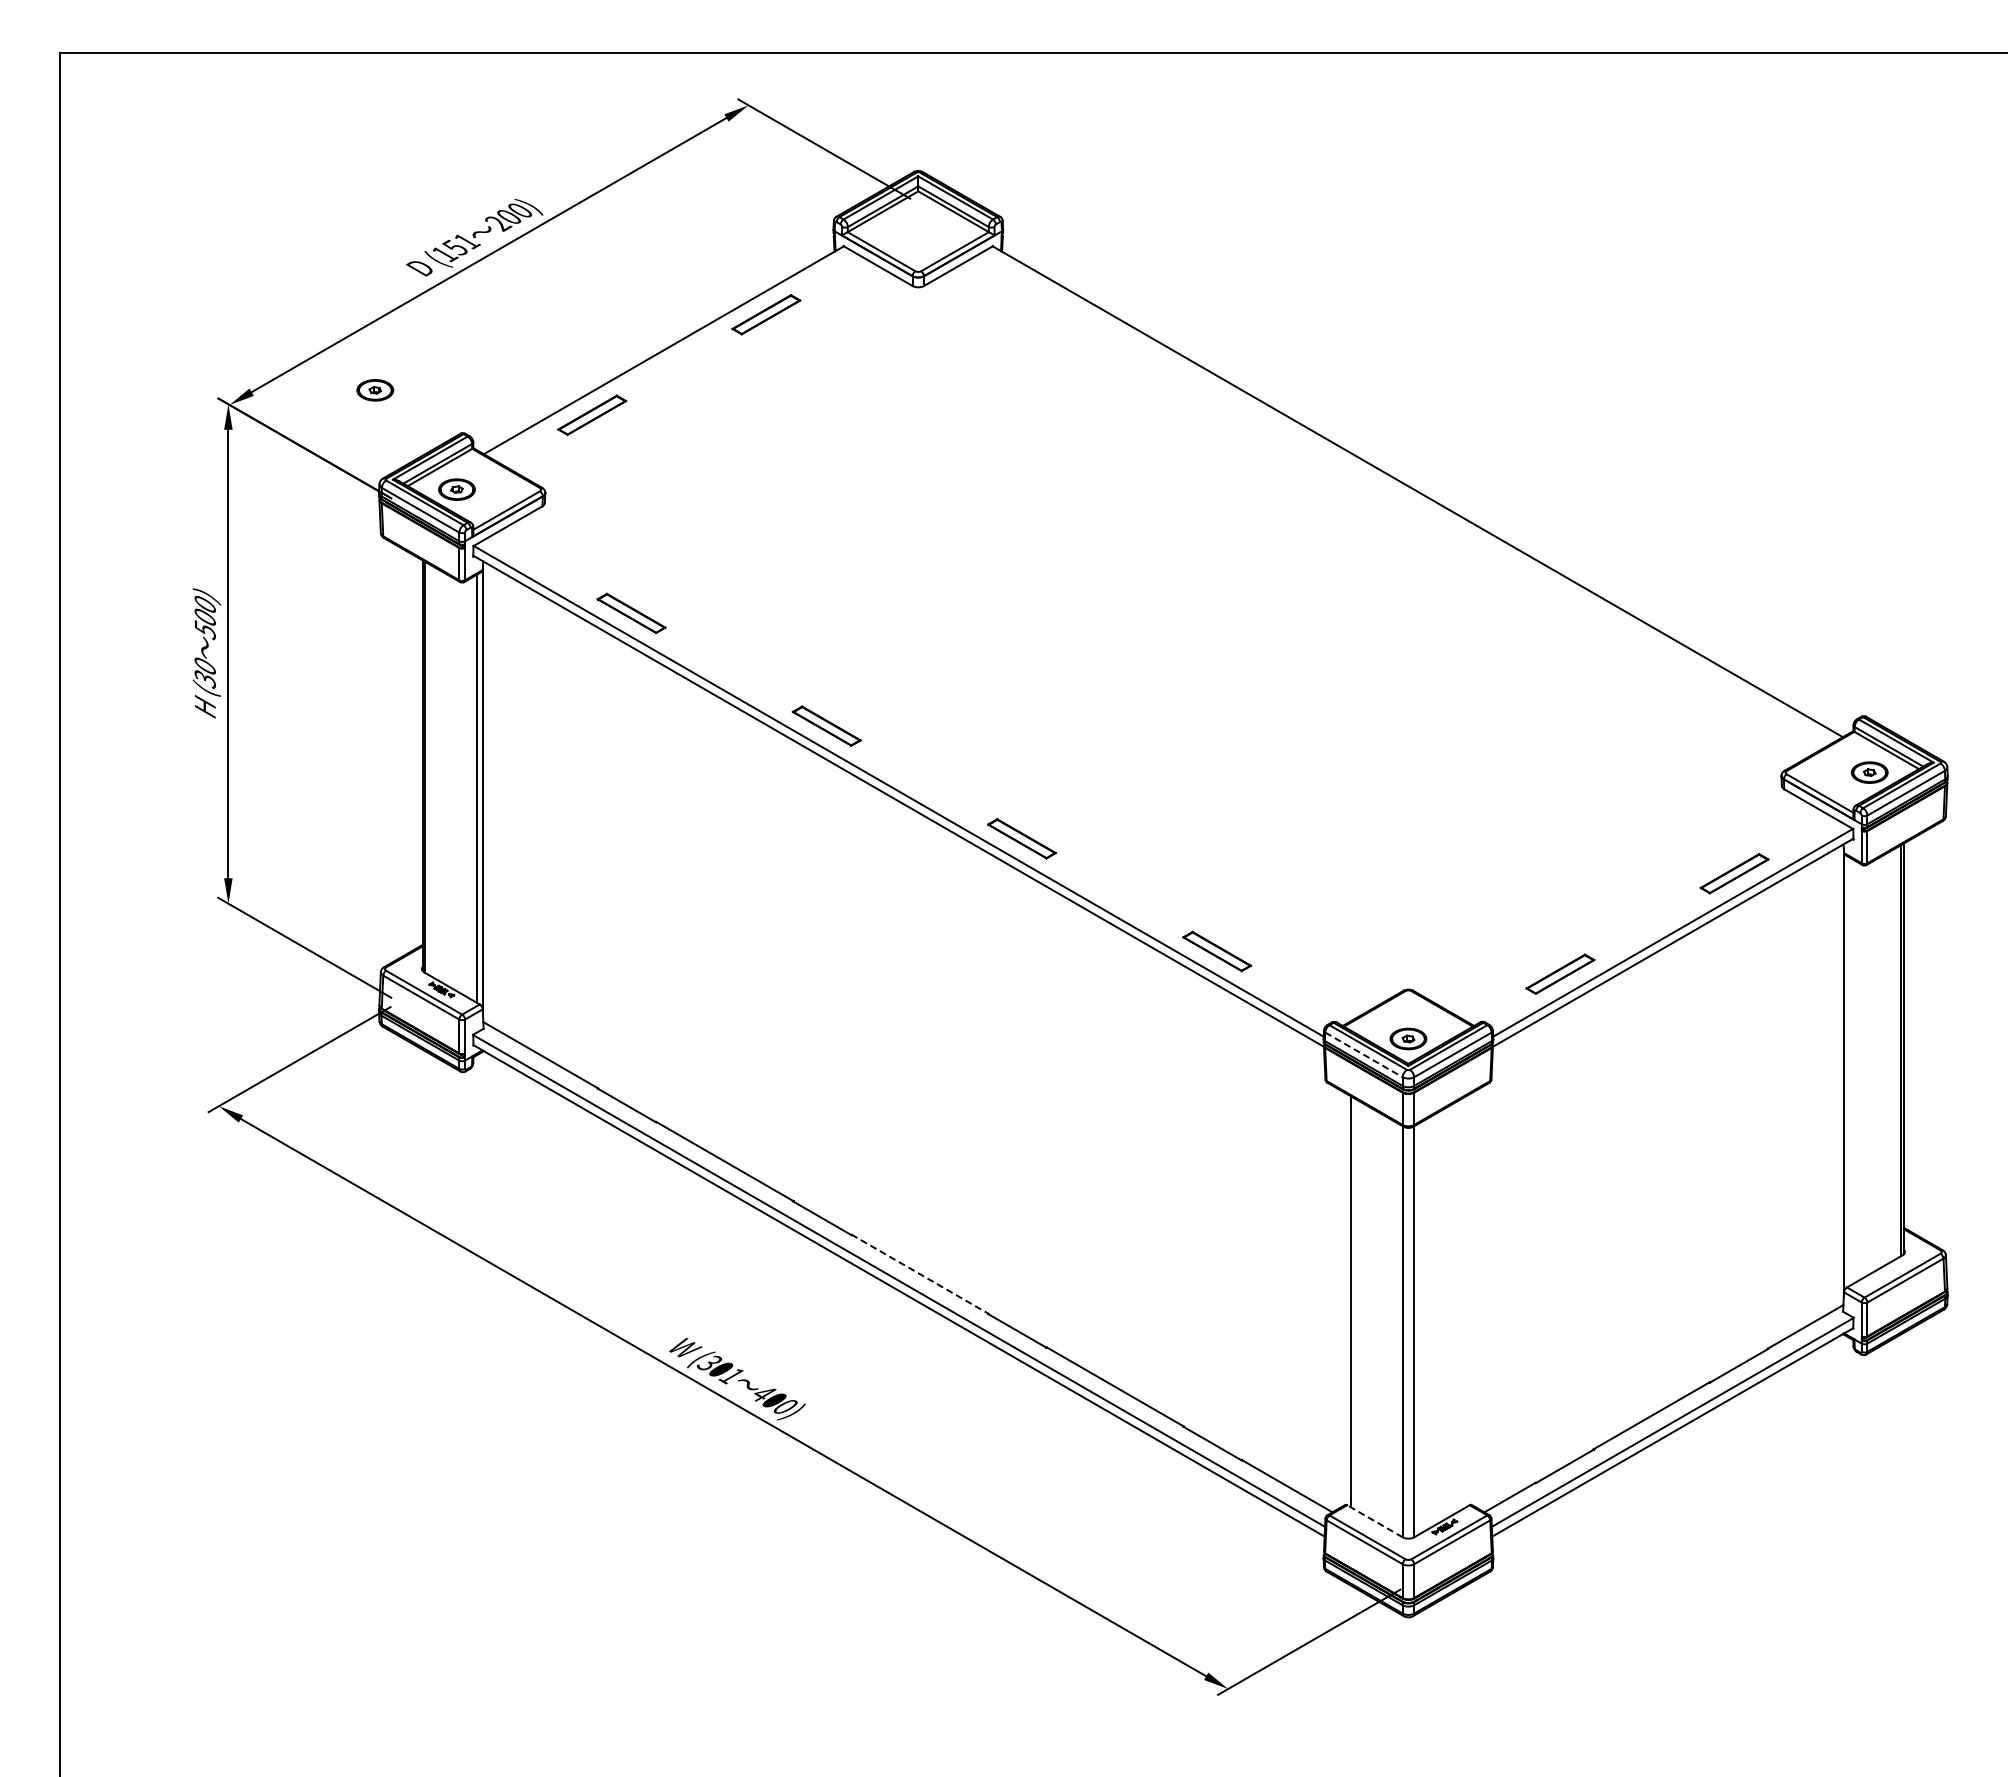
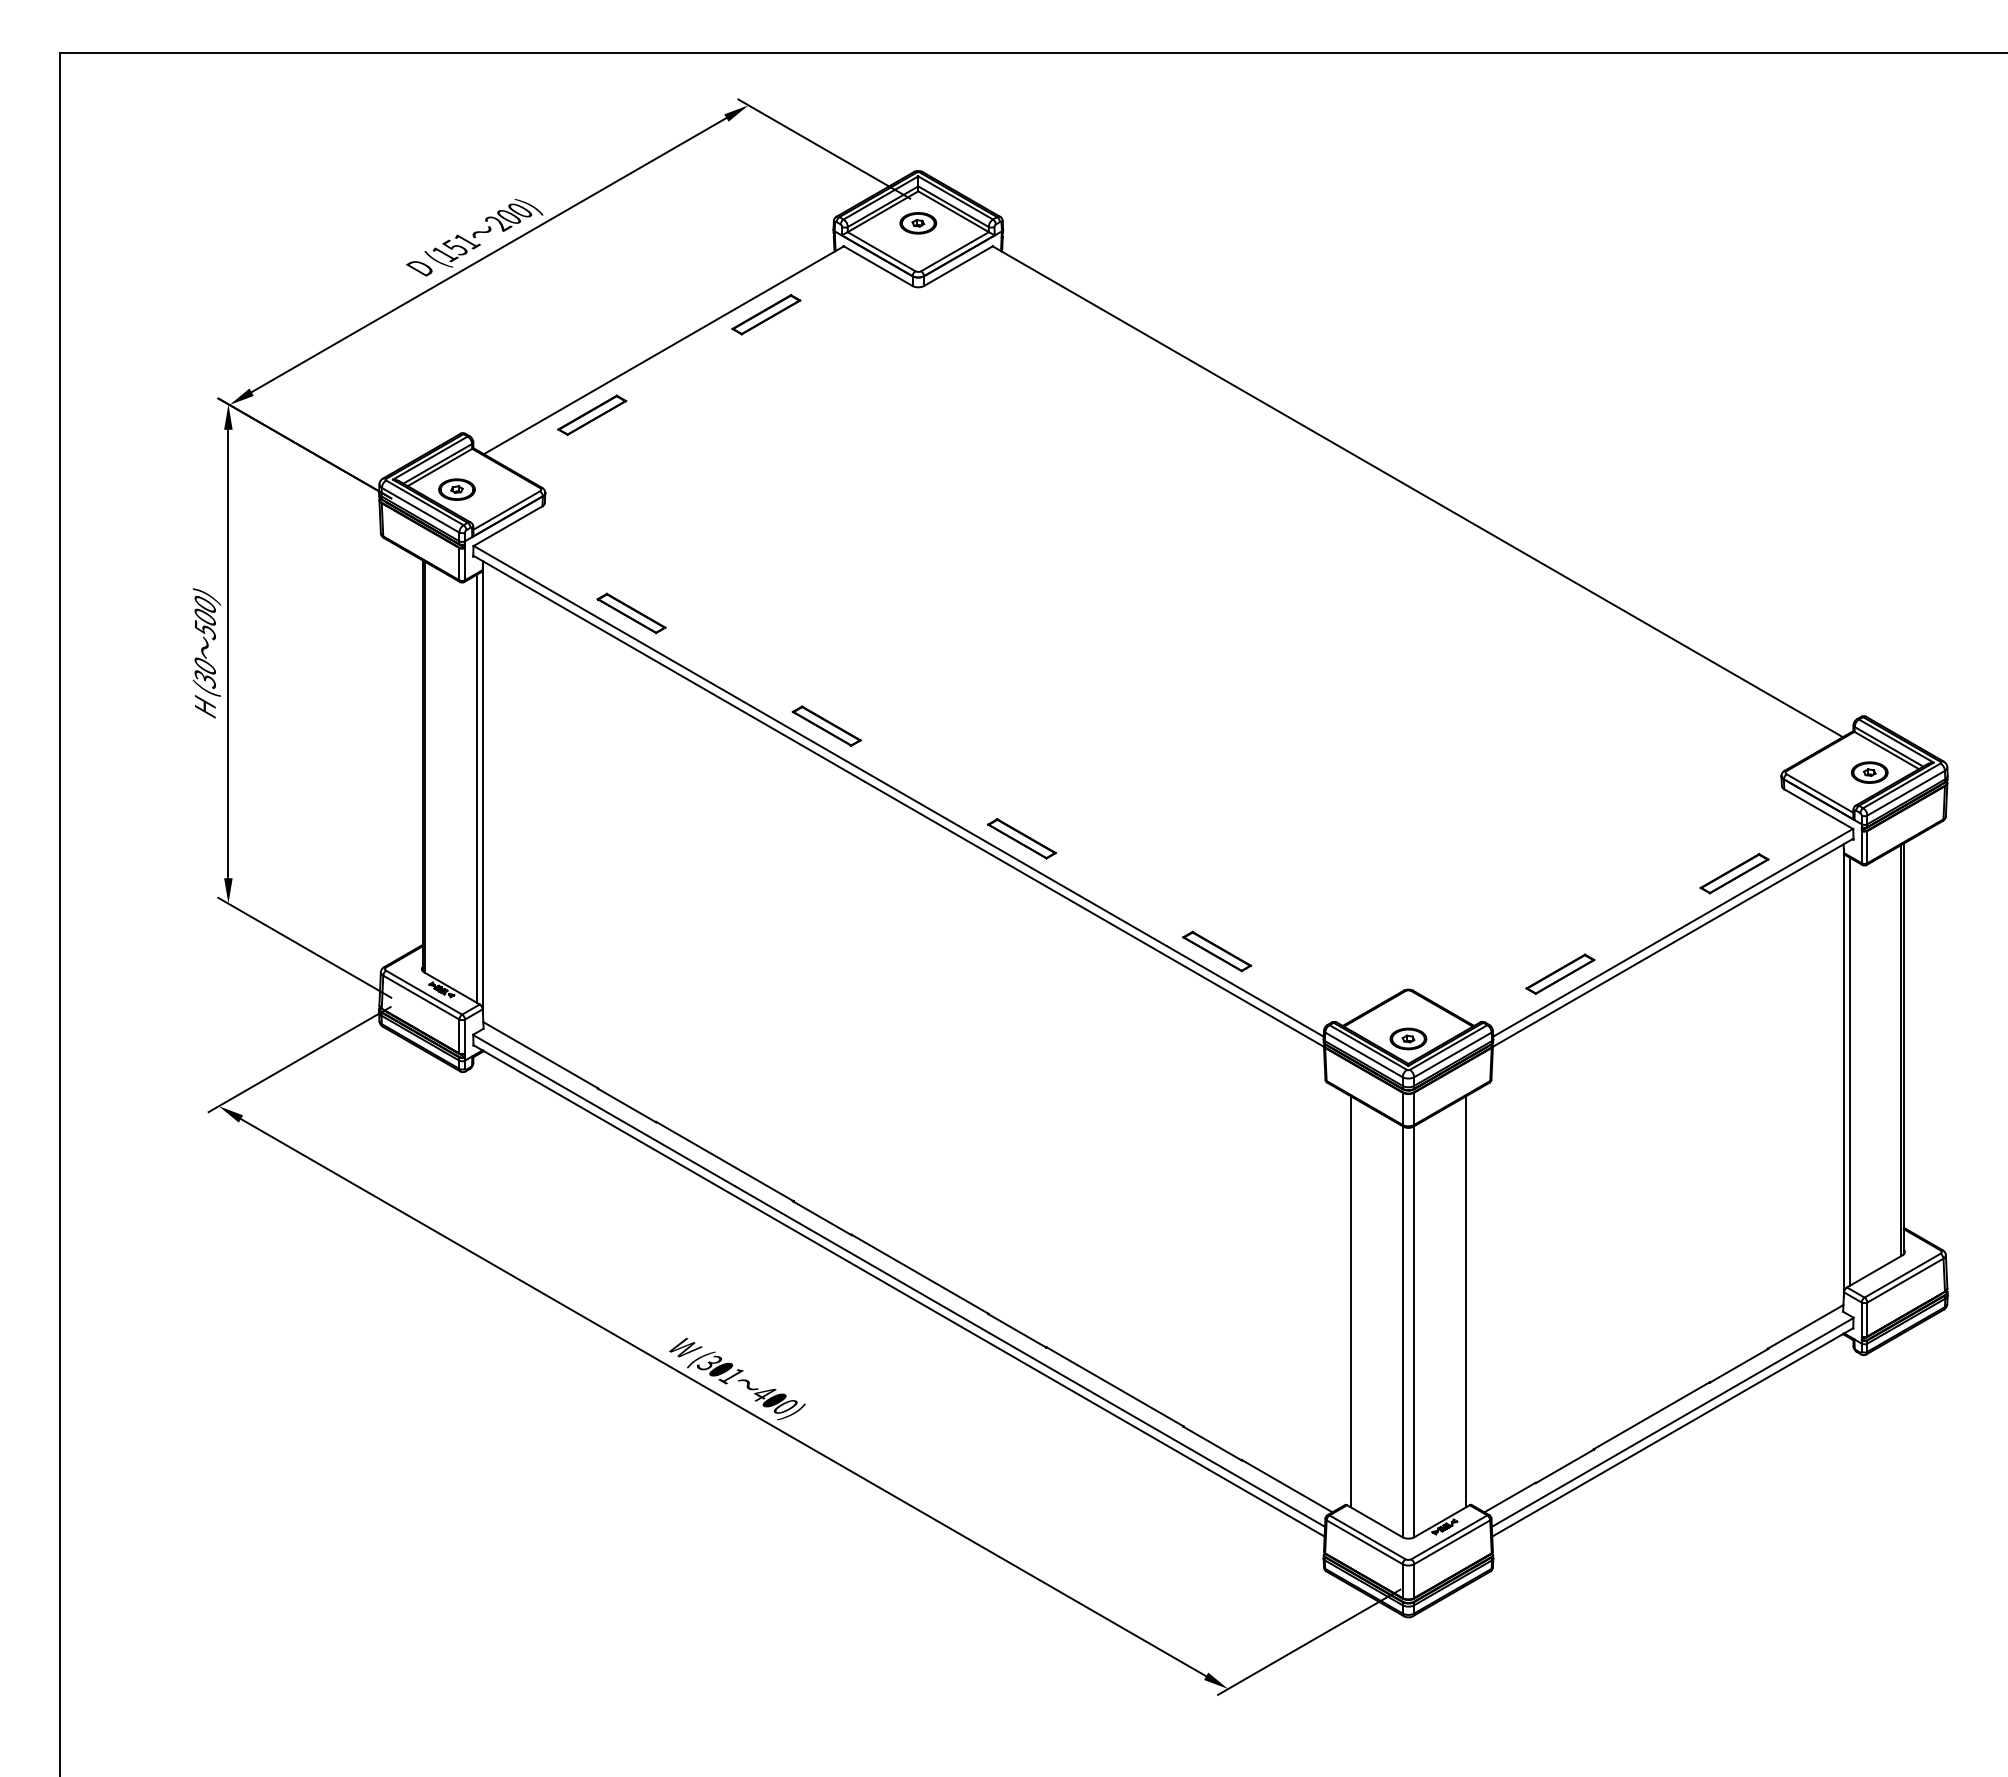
part at (375, 390) position: (375, 390) -> (918, 223)
line at (1363, 1054): dashed -> solid
line at (1849, 1071): none -> present
line at (920, 1274): dashed -> solid
line at (1466, 1301): none -> present
line at (1374, 1521): dashed -> solid
